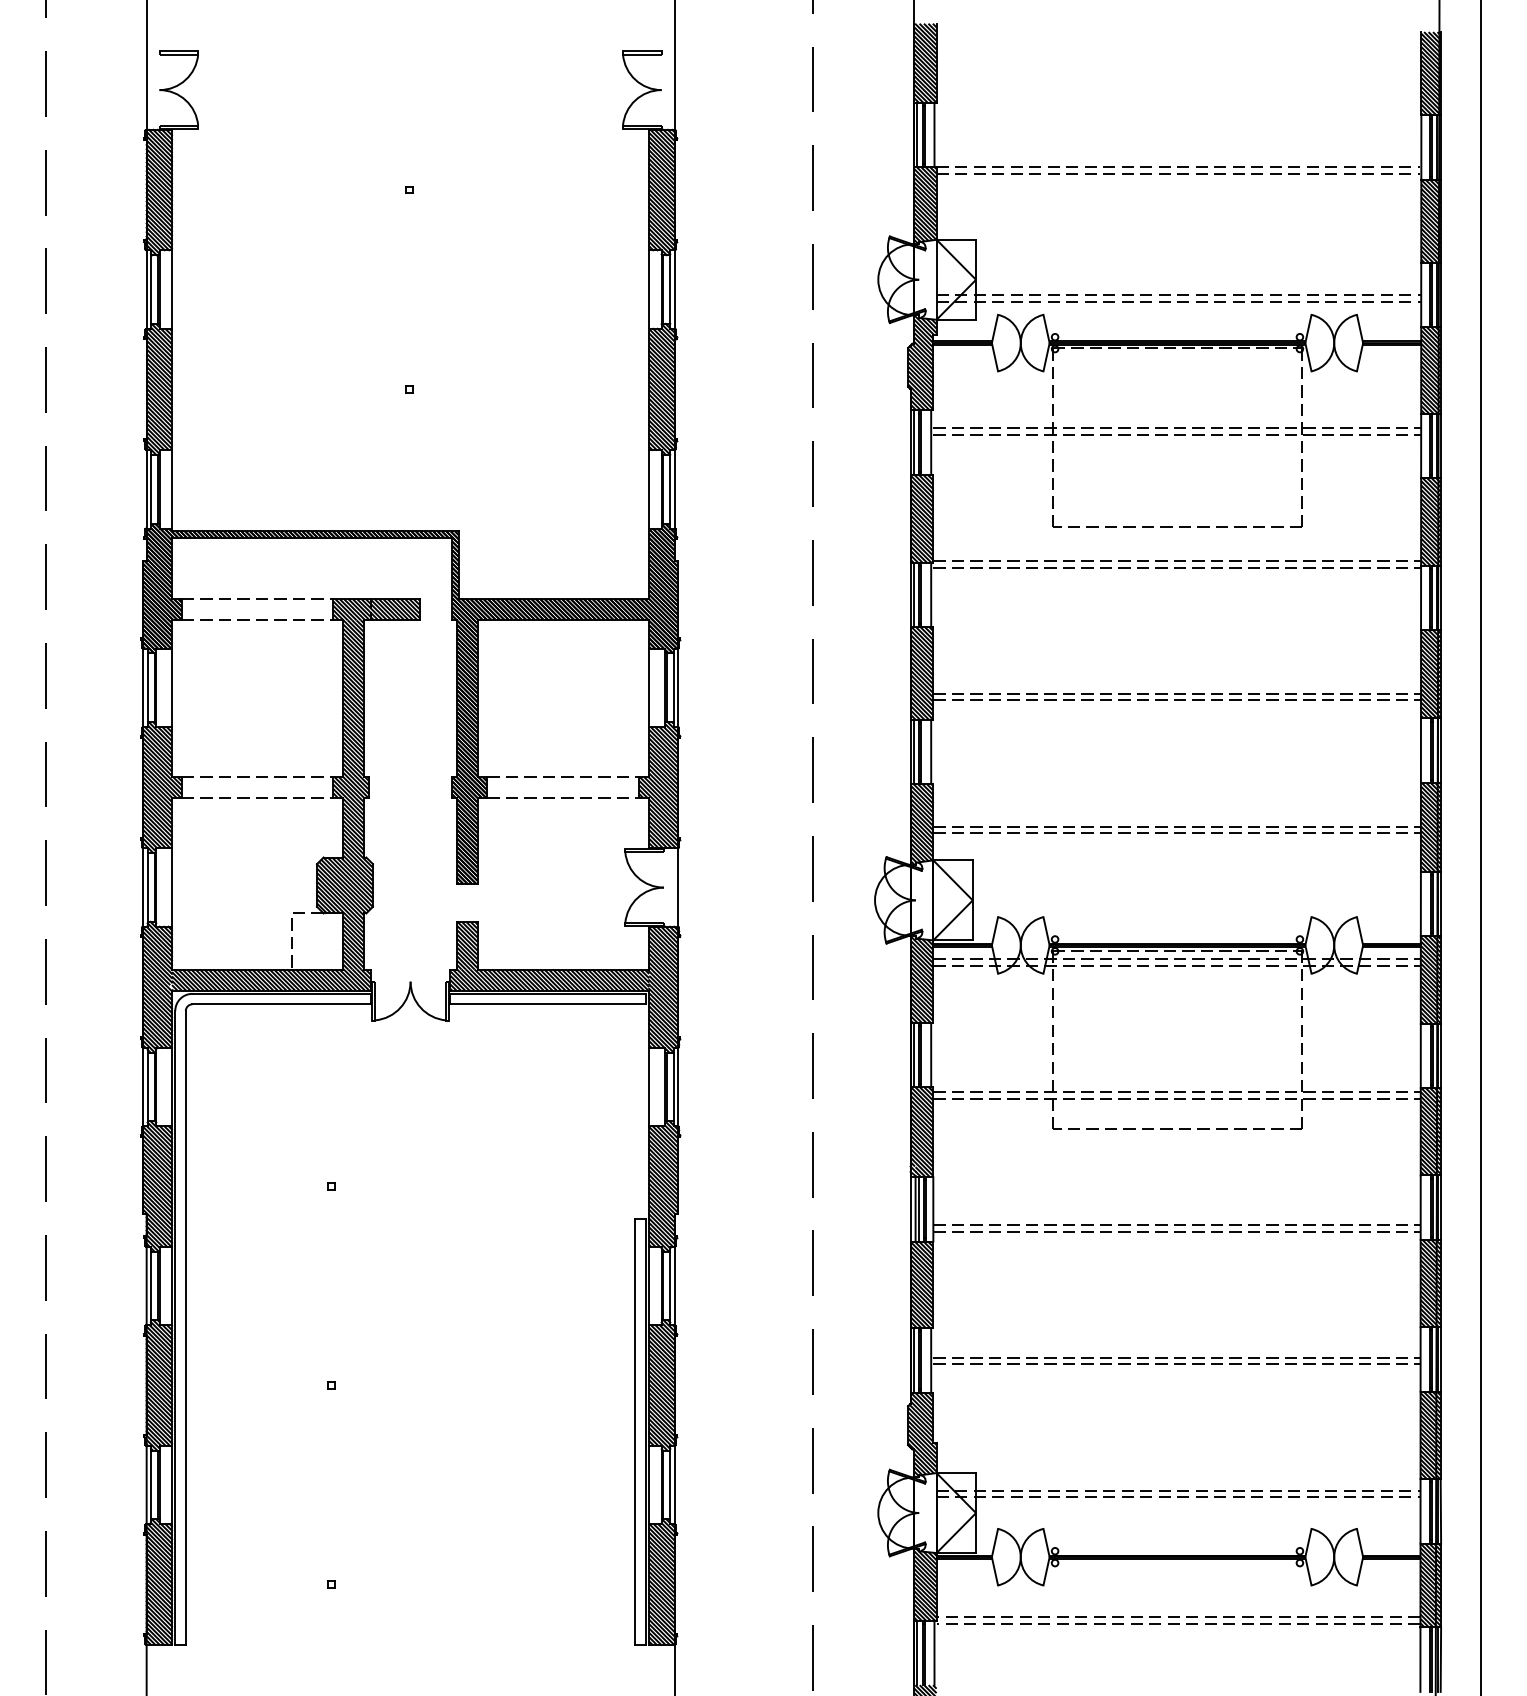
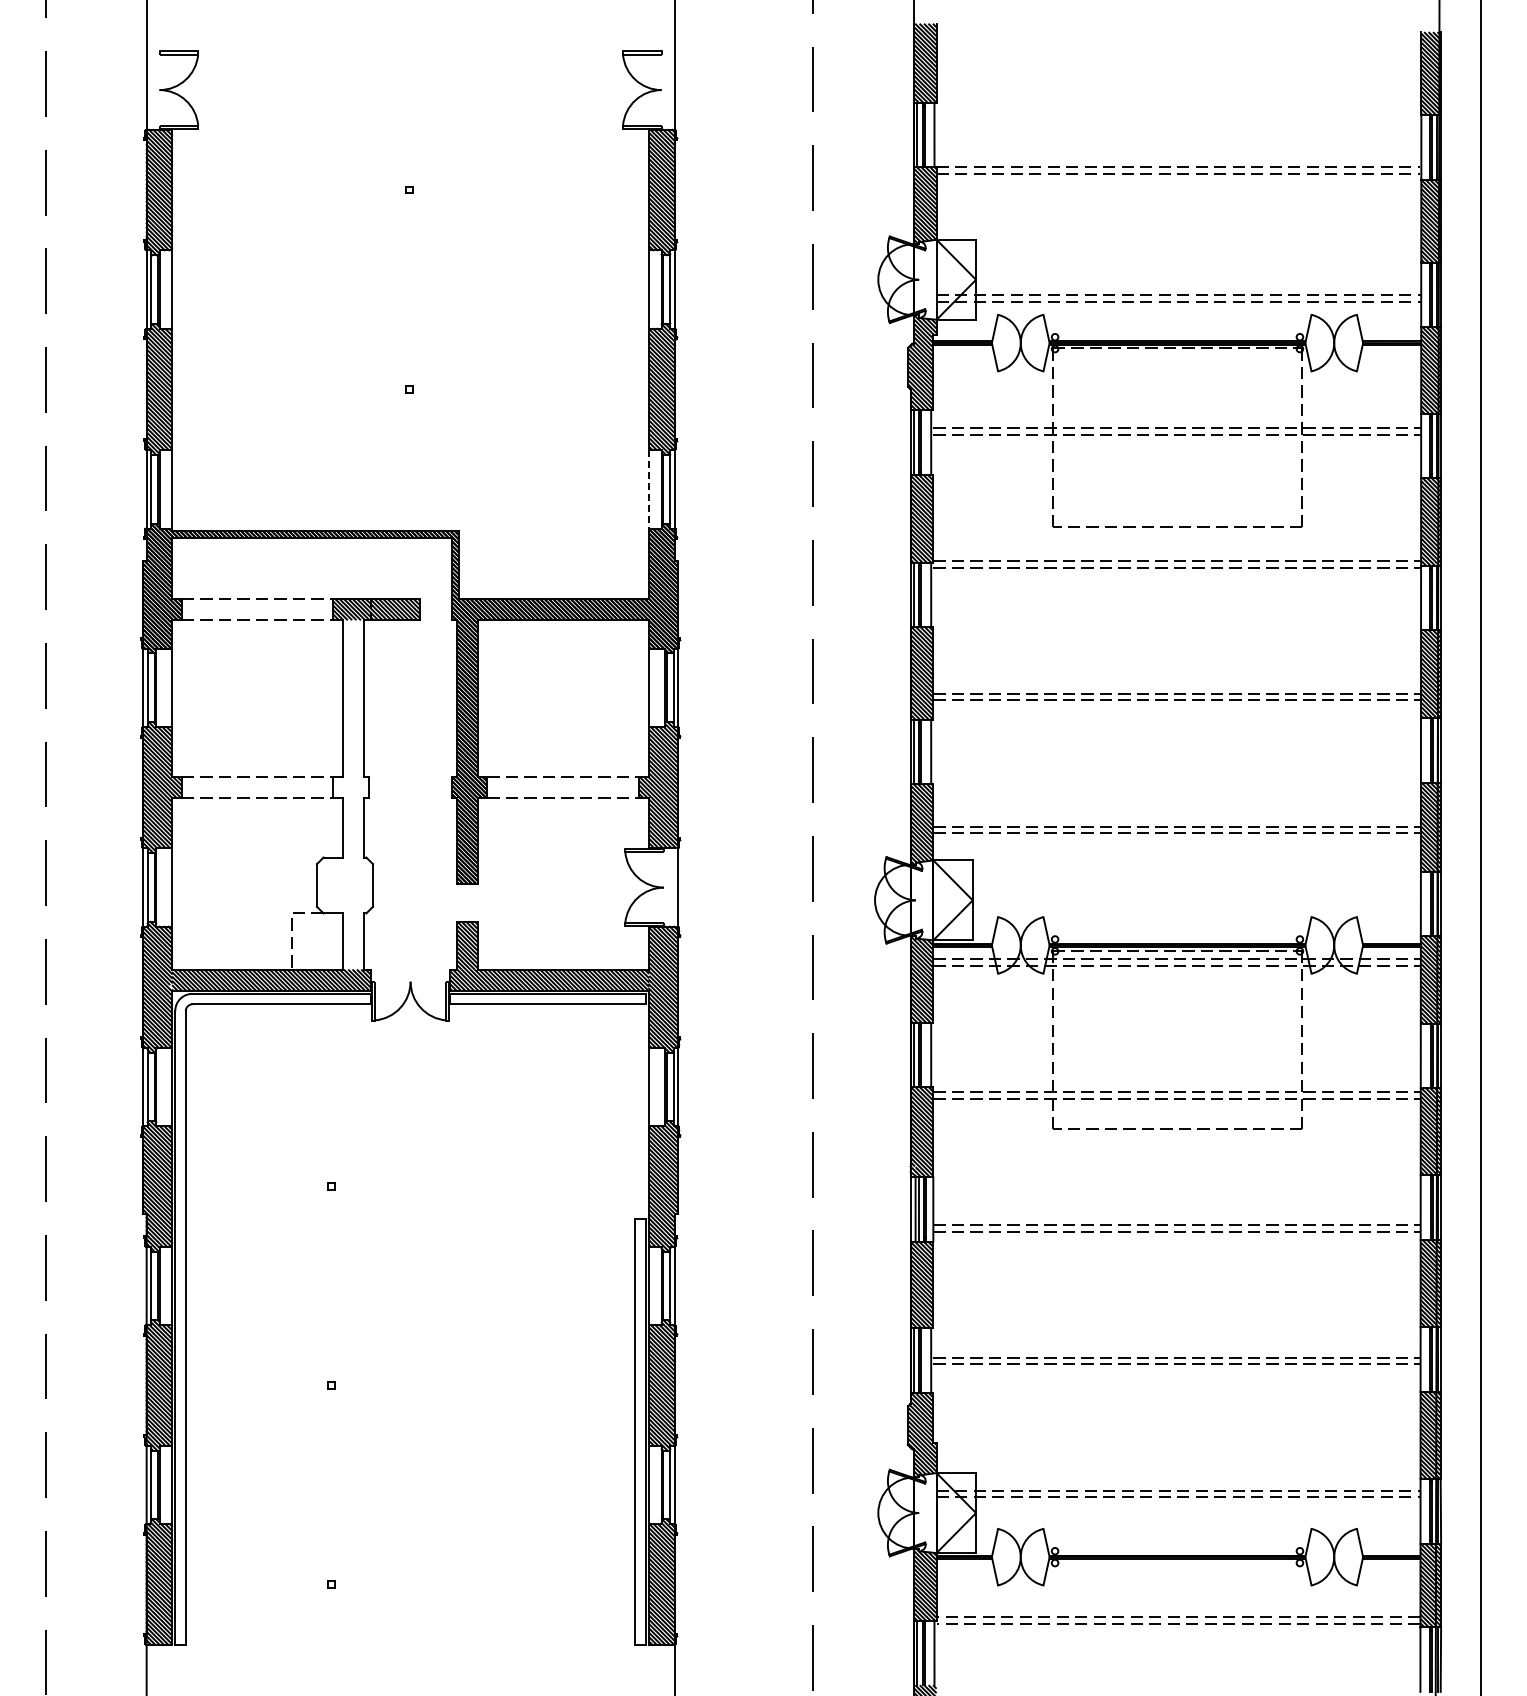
line at (649, 489): solid -> dashed
hatch at (344, 794): present -> none
